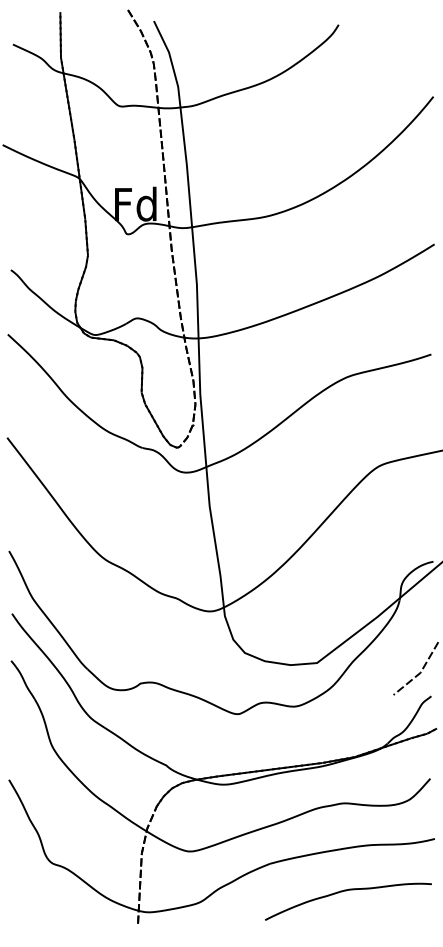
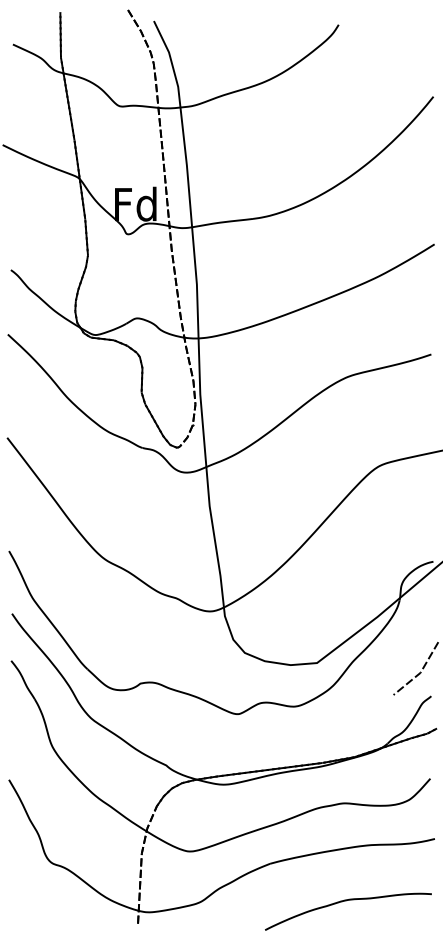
curve at (346, 891) position: (346, 891) -> (346, 901)
